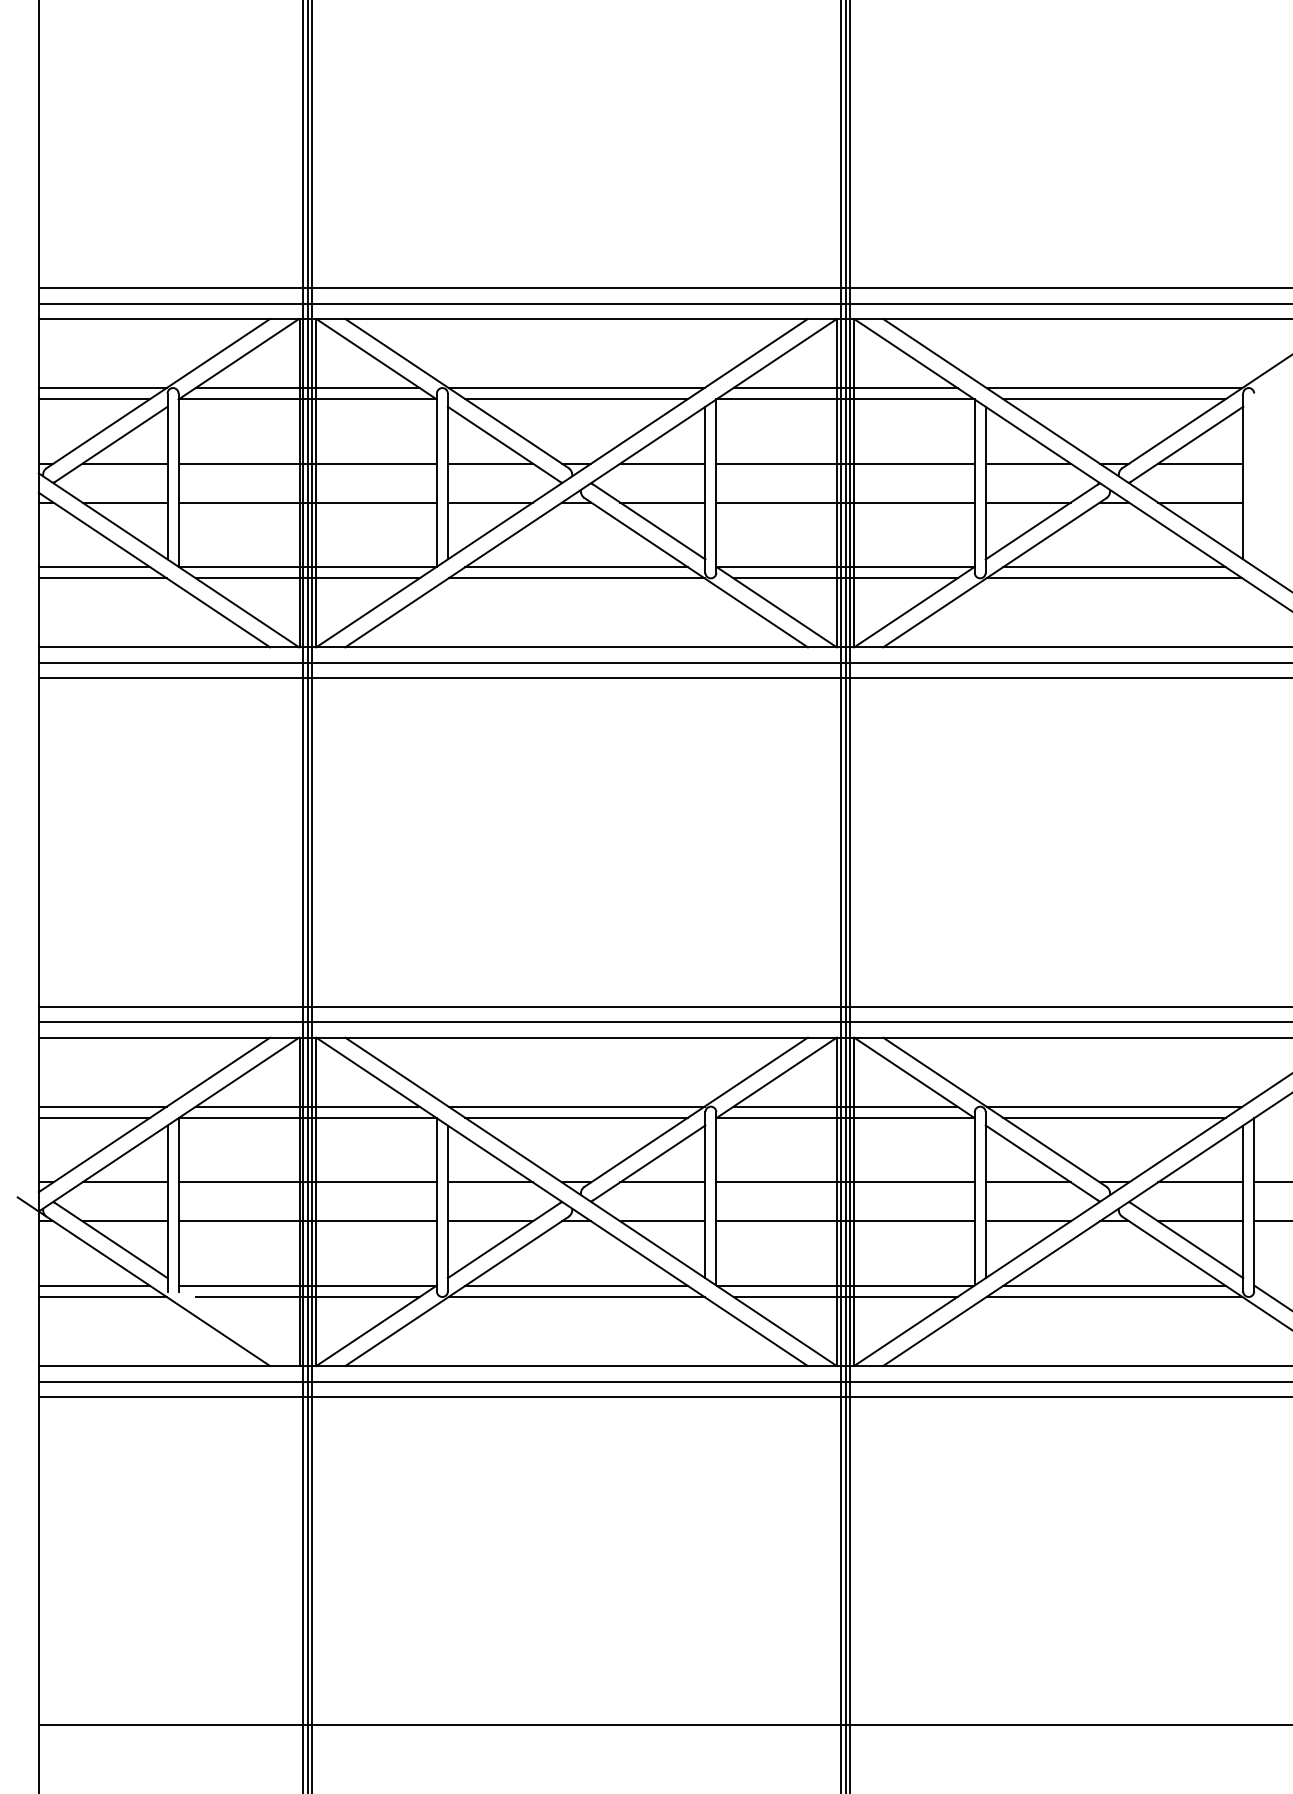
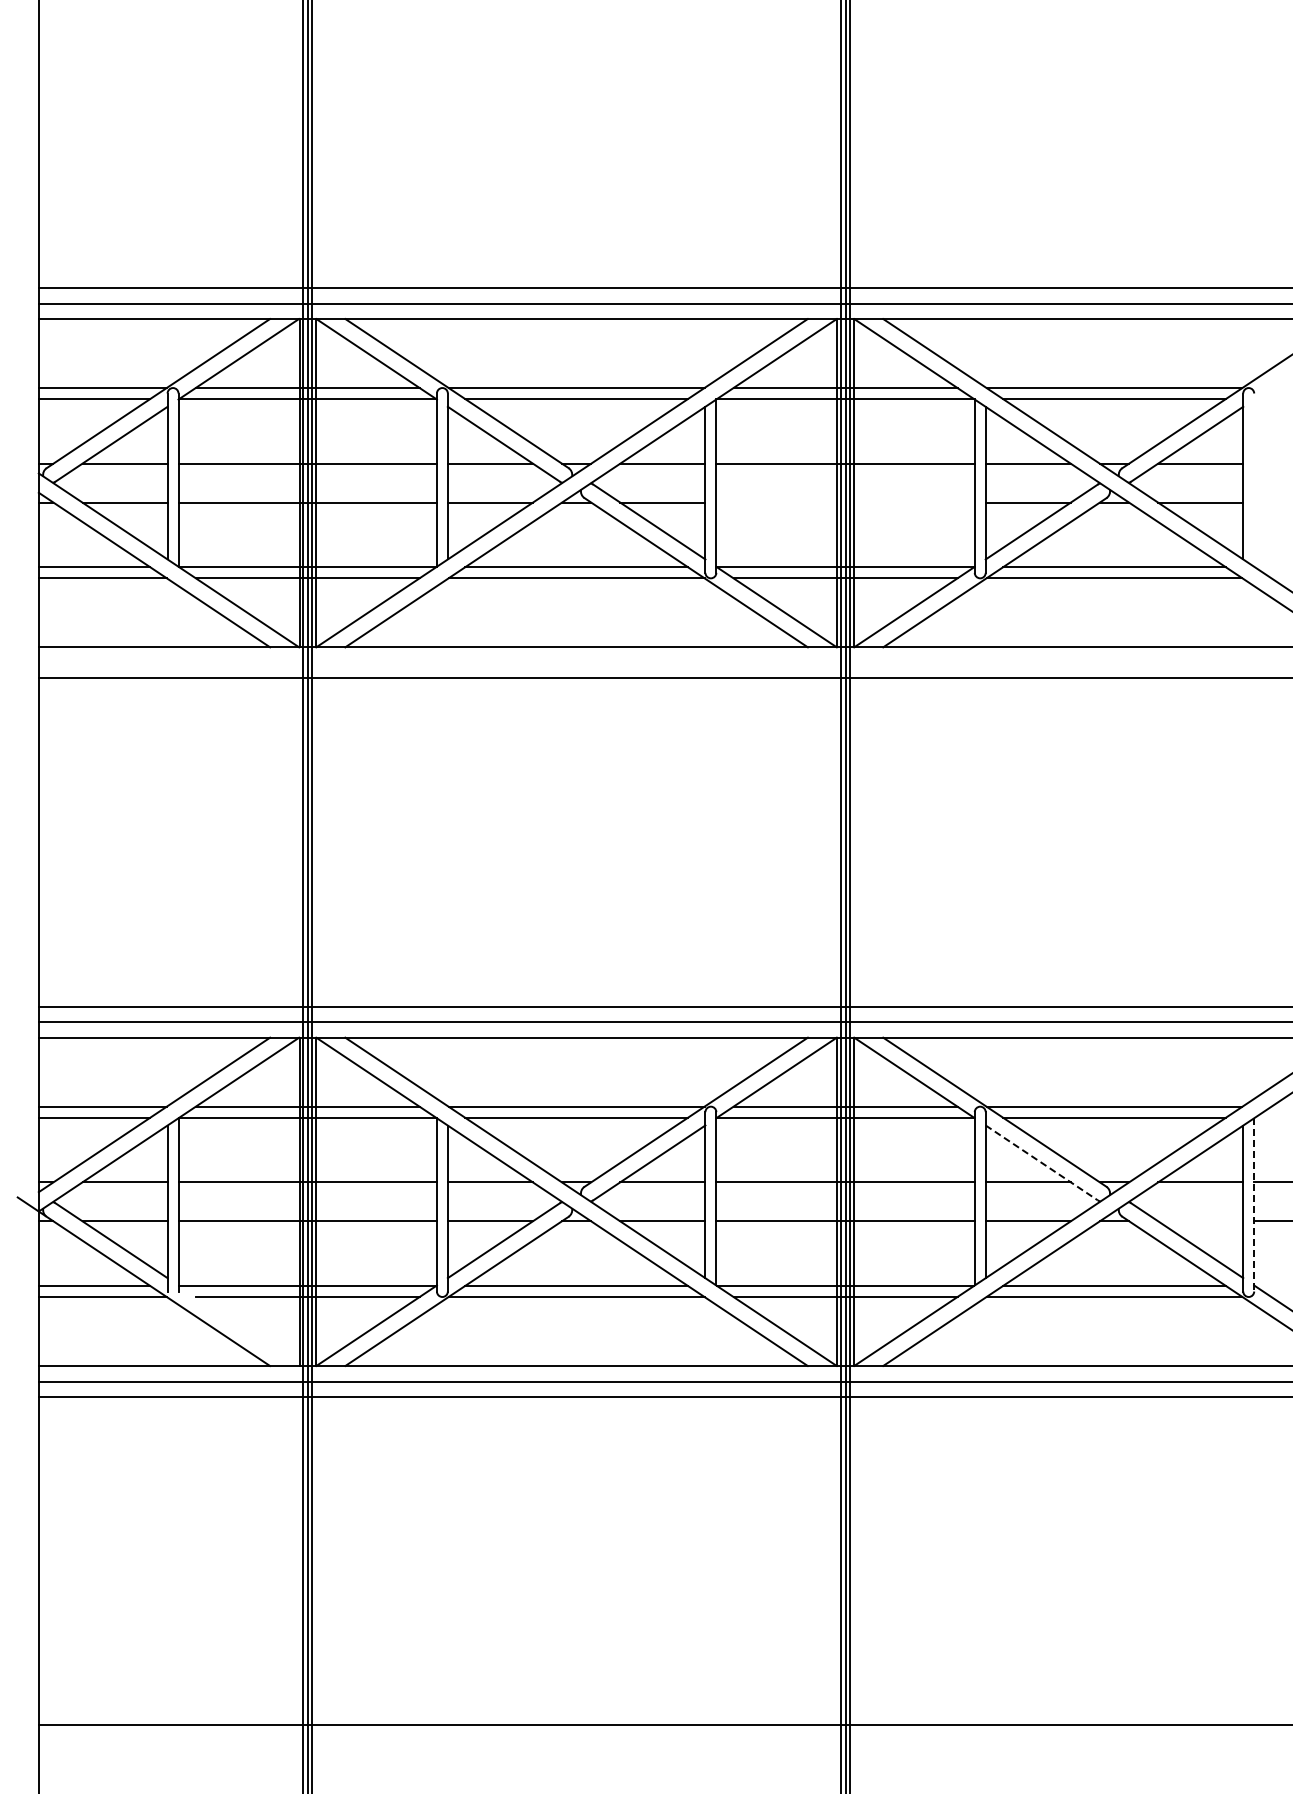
line at (845, 502): present -> none
line at (663, 662): present -> none
line at (1042, 1163): solid -> dashed
line at (1254, 1204): solid -> dashed
line at (1200, 1221): present -> none
